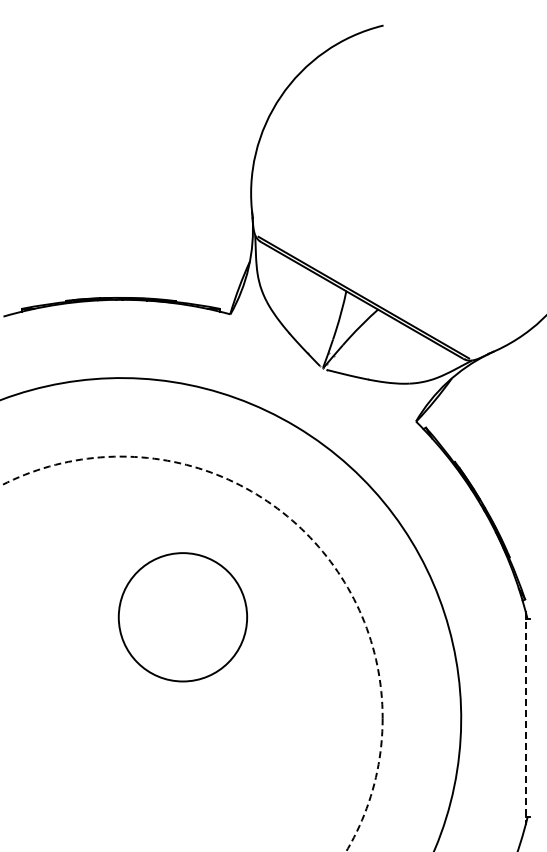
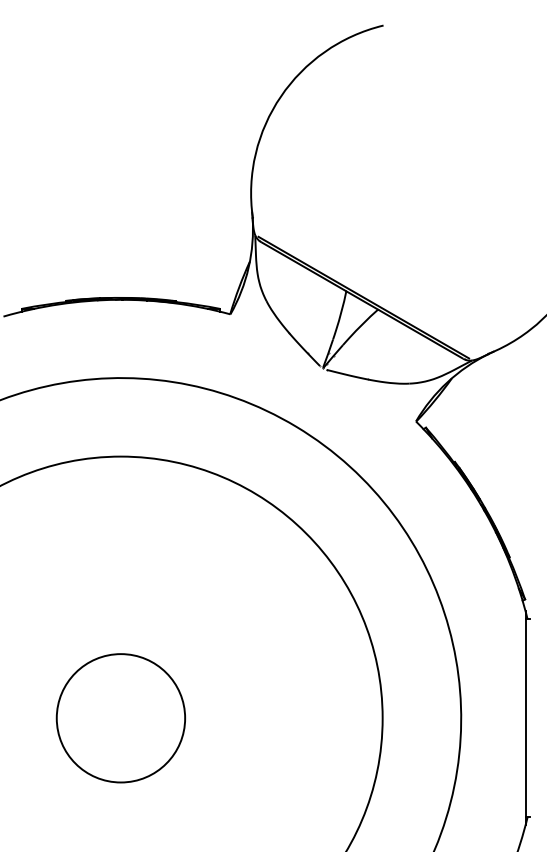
circle at (182, 617) position: (182, 617) -> (120, 718)
circle at (191, 653): dashed -> solid
line at (525, 718): dashed -> solid
